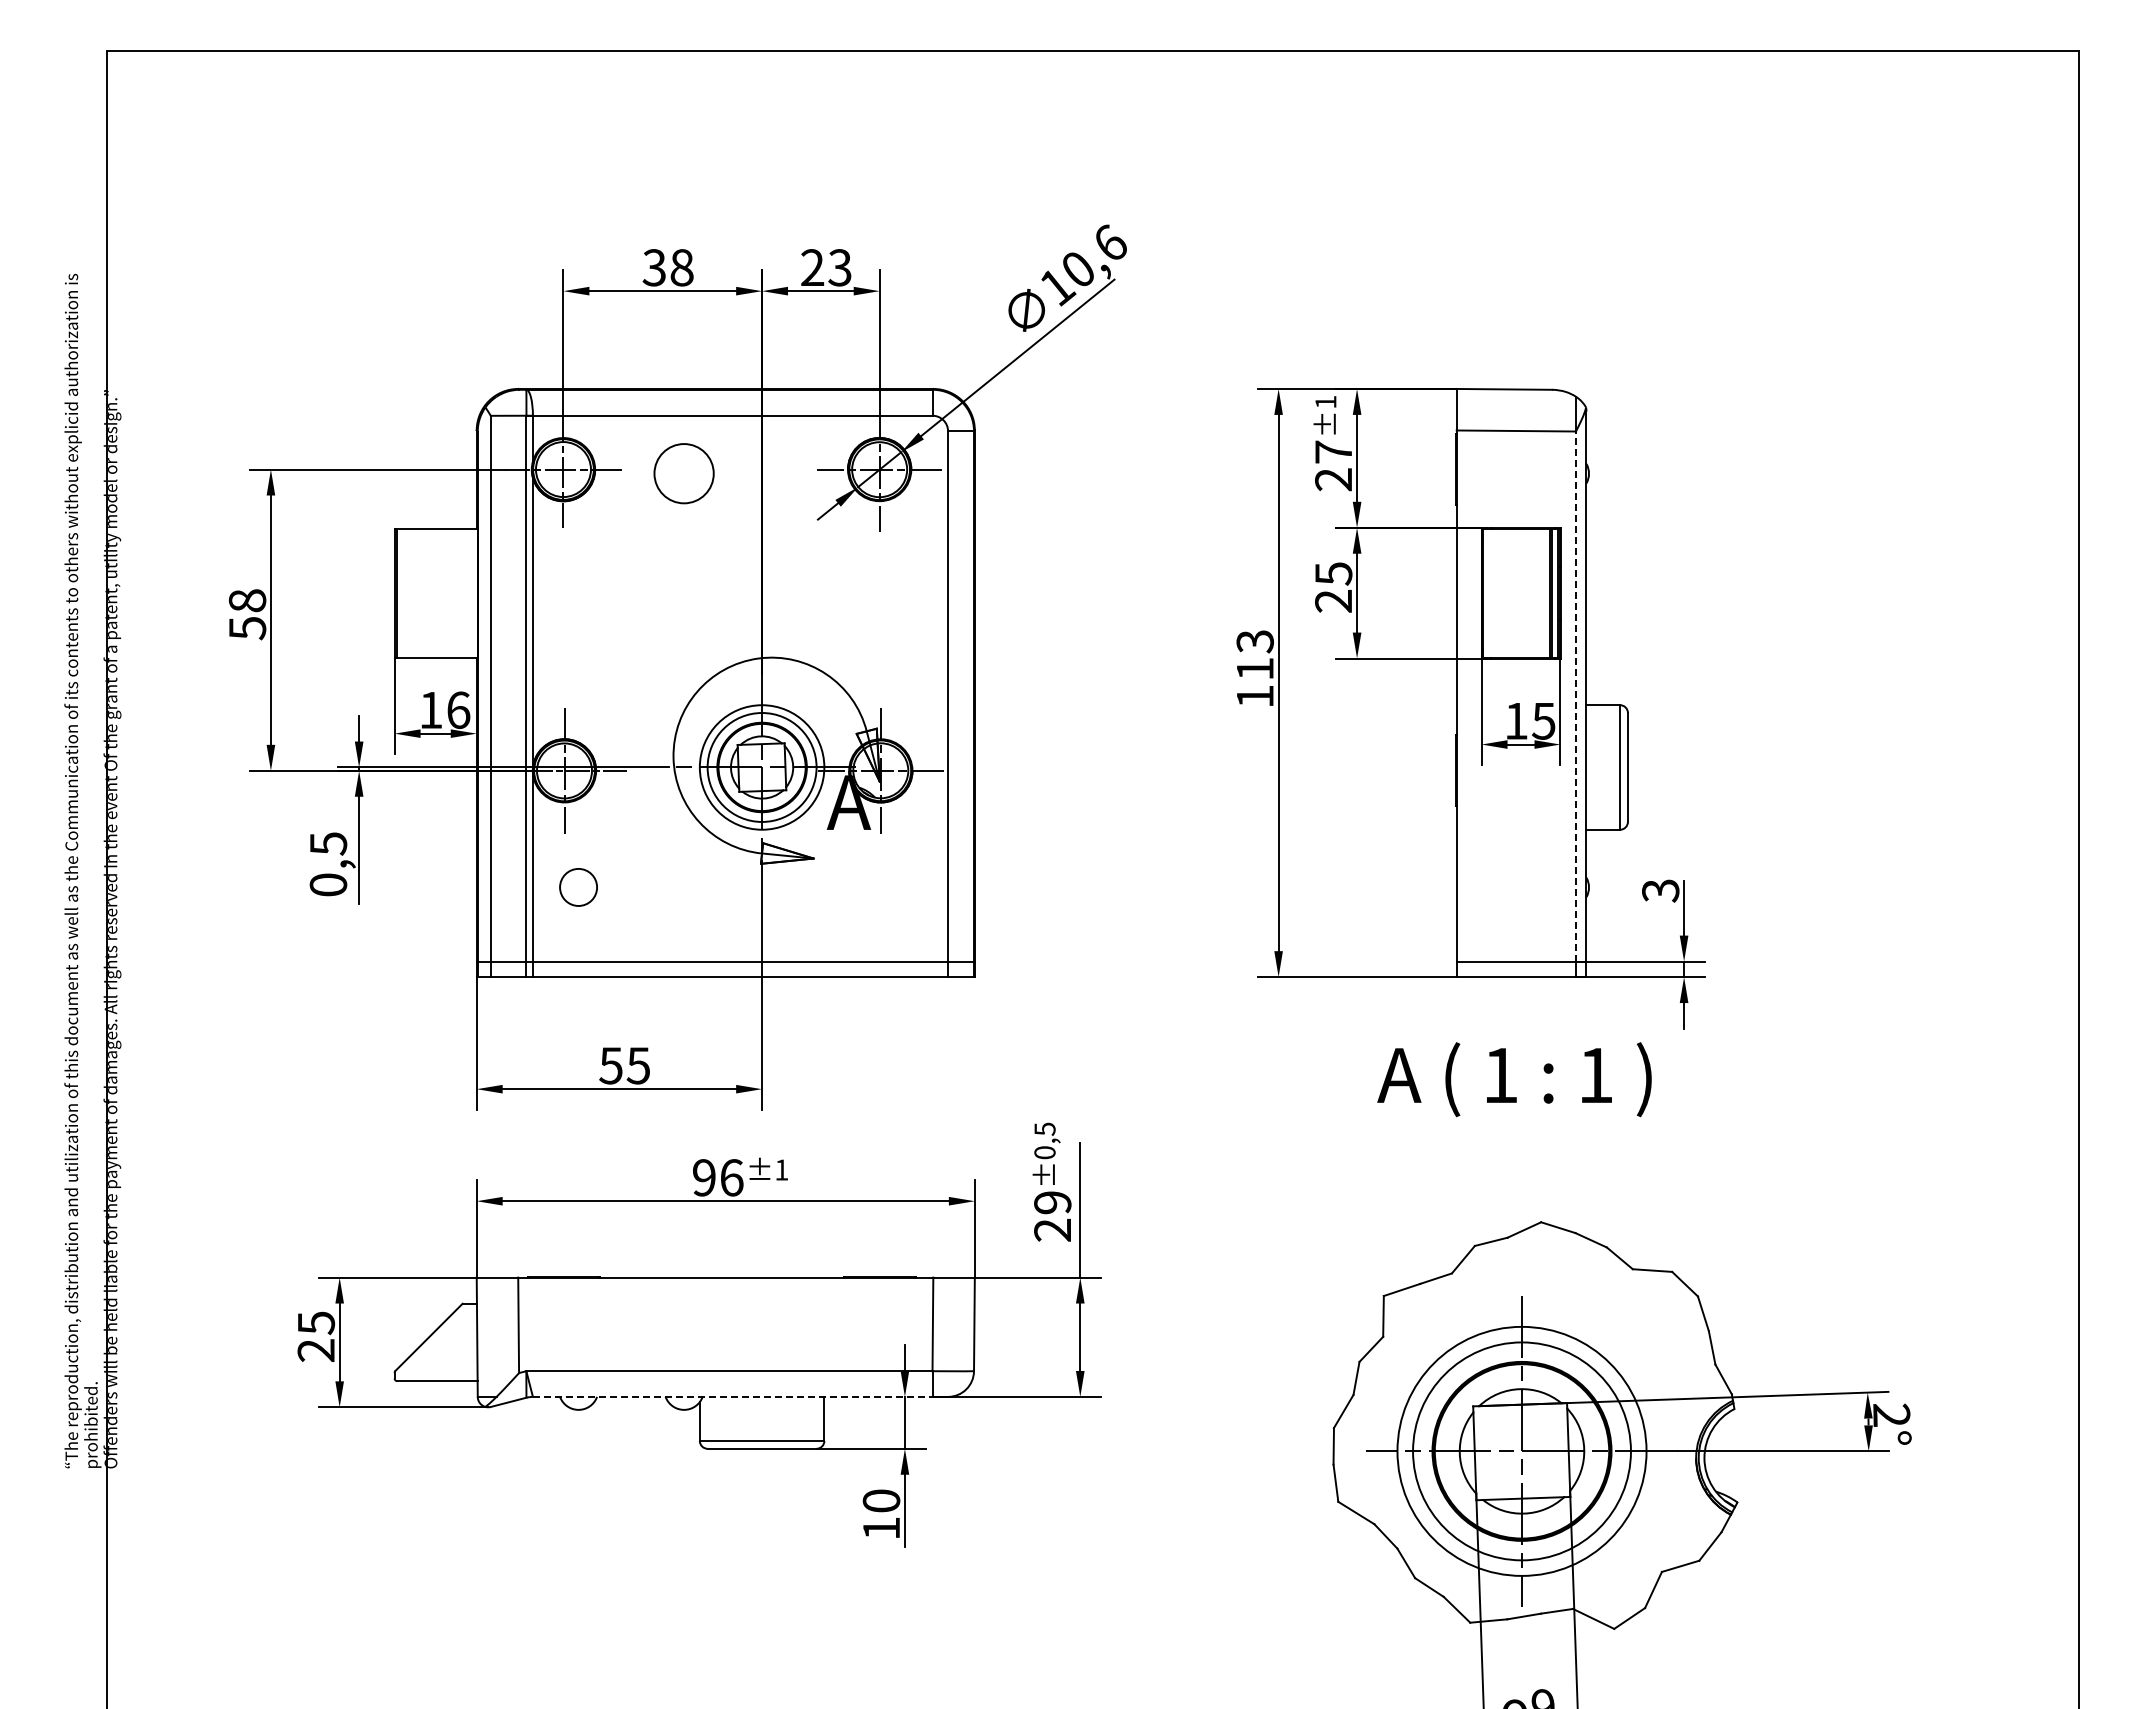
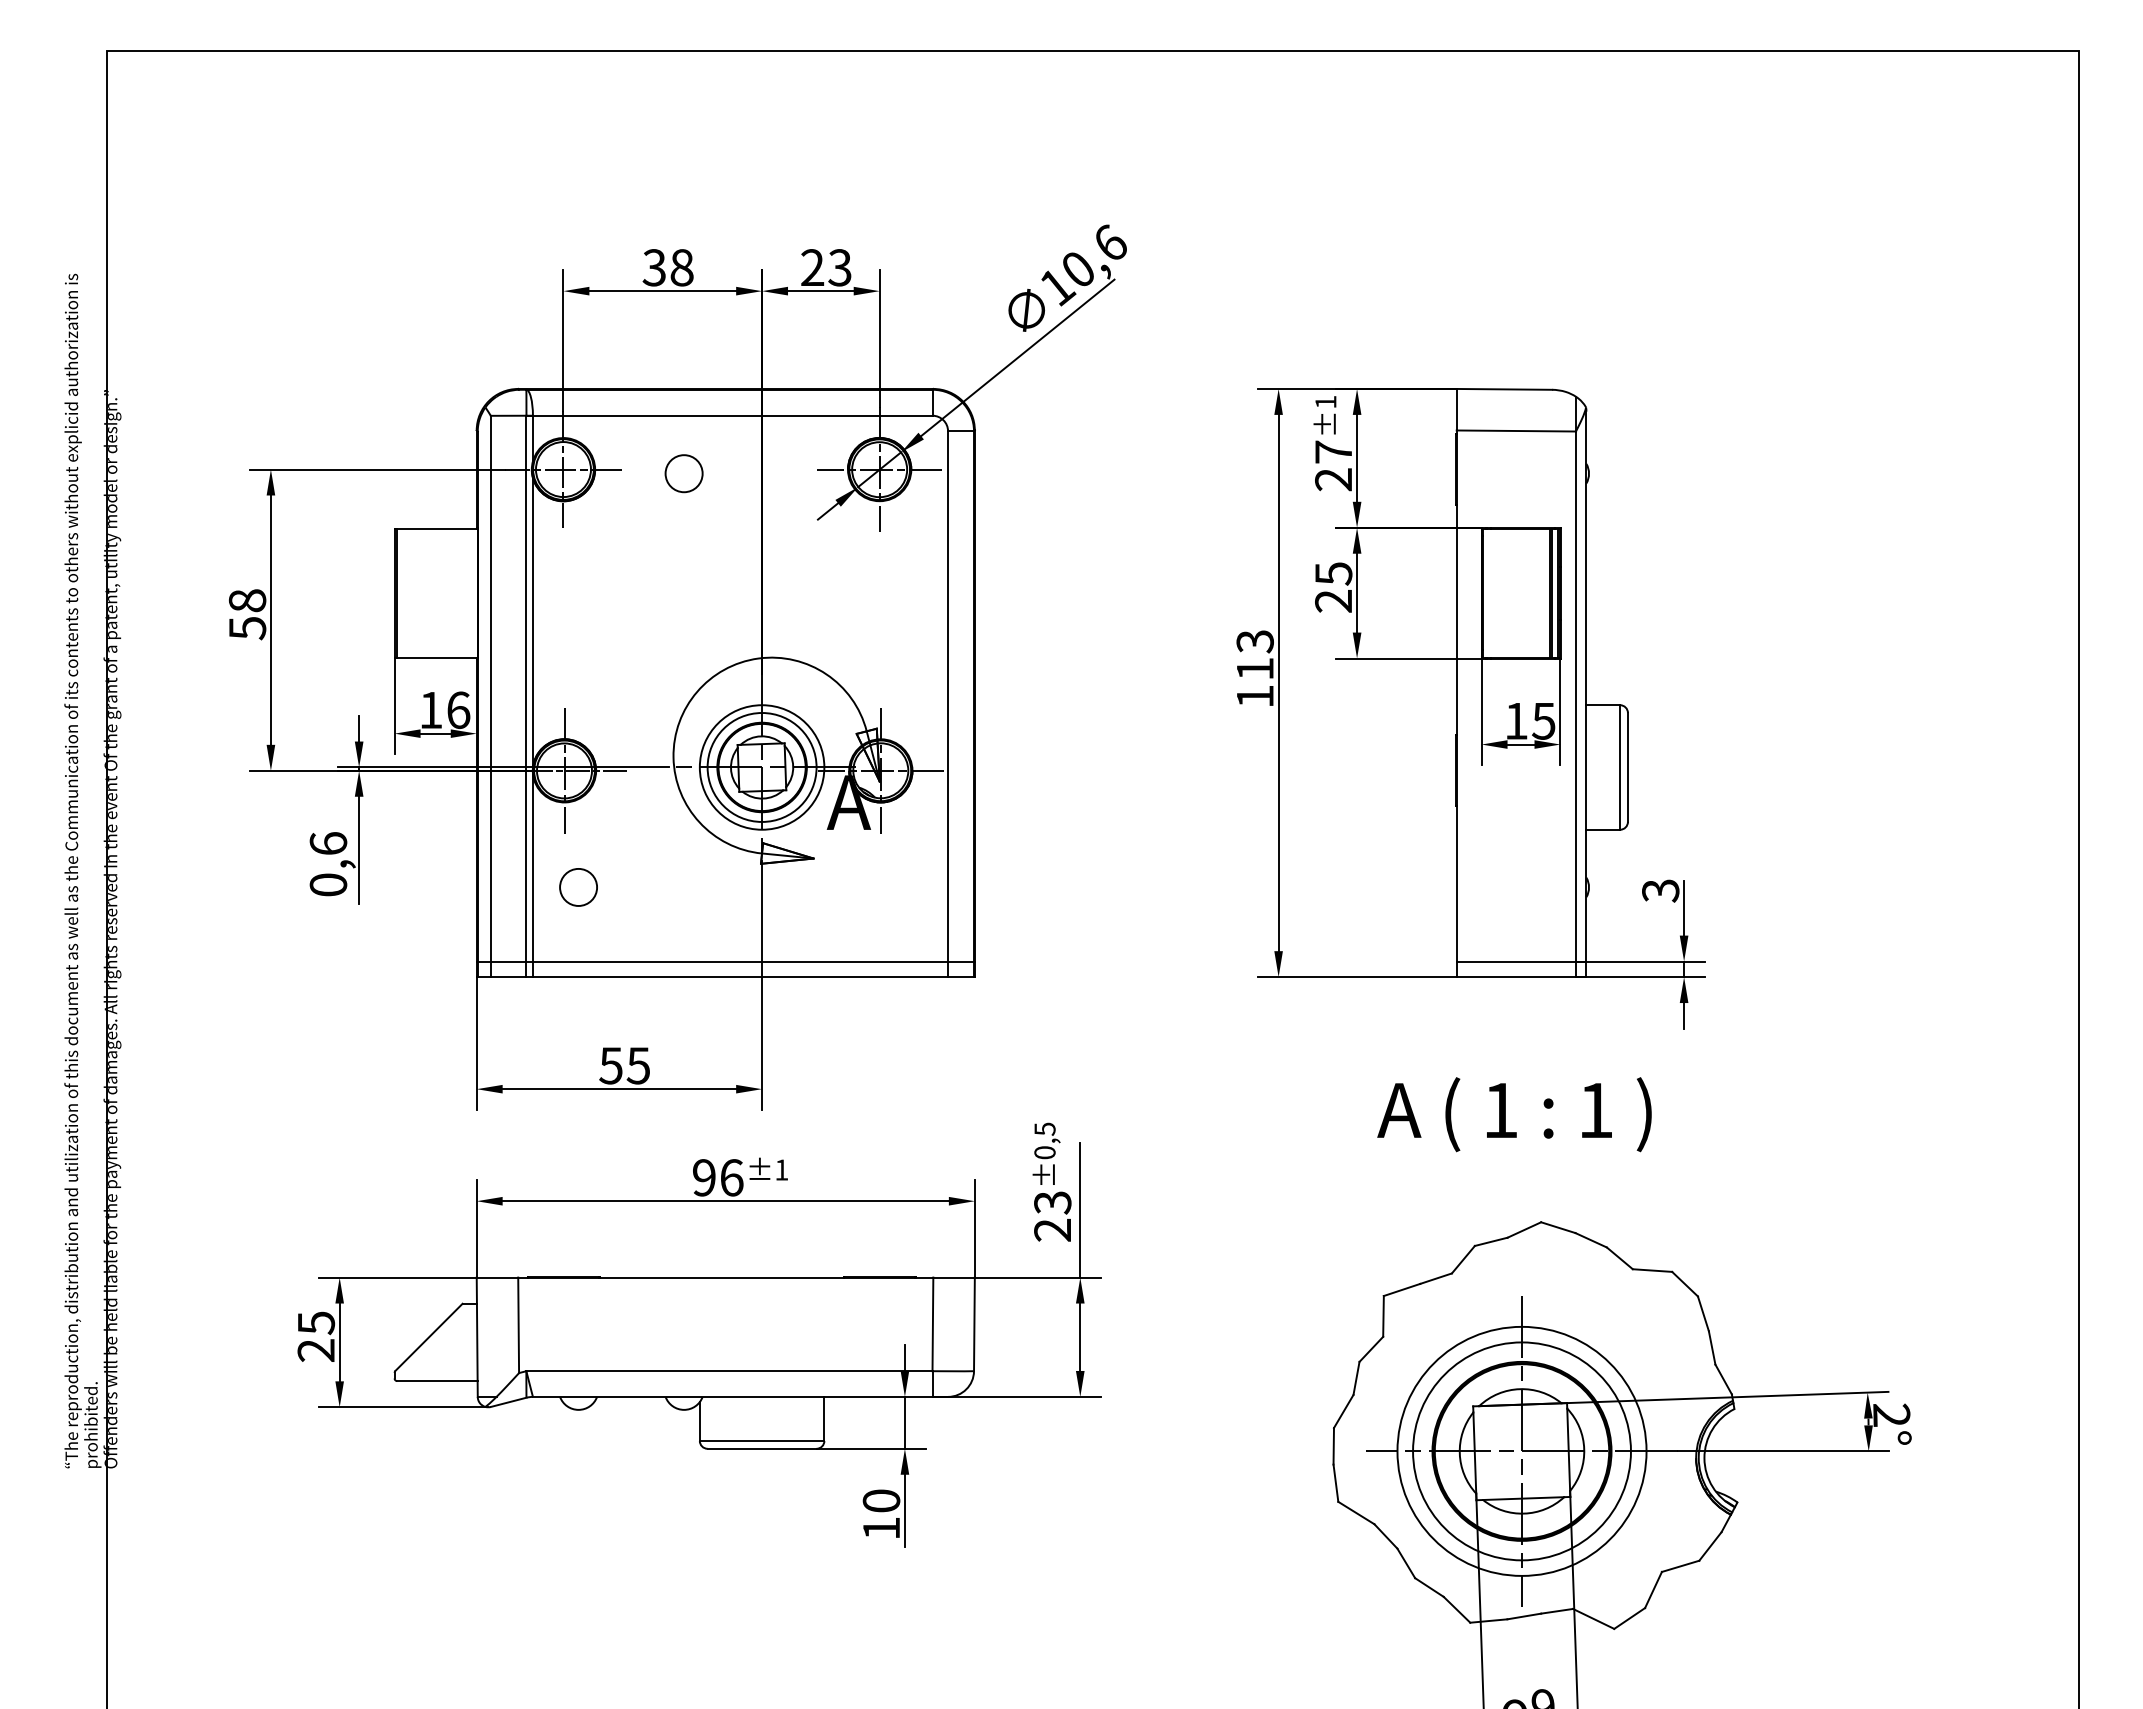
circle at (683, 473) diameter: 59 px -> 37 px
line at (1576, 696): dashed -> solid
text at (328, 843): 0,5 -> 0,6
text at (1514, 1079) position: (1514, 1079) -> (1514, 1114)
text at (1052, 1202): 29 -> 23
line at (732, 1396): dashed -> solid
